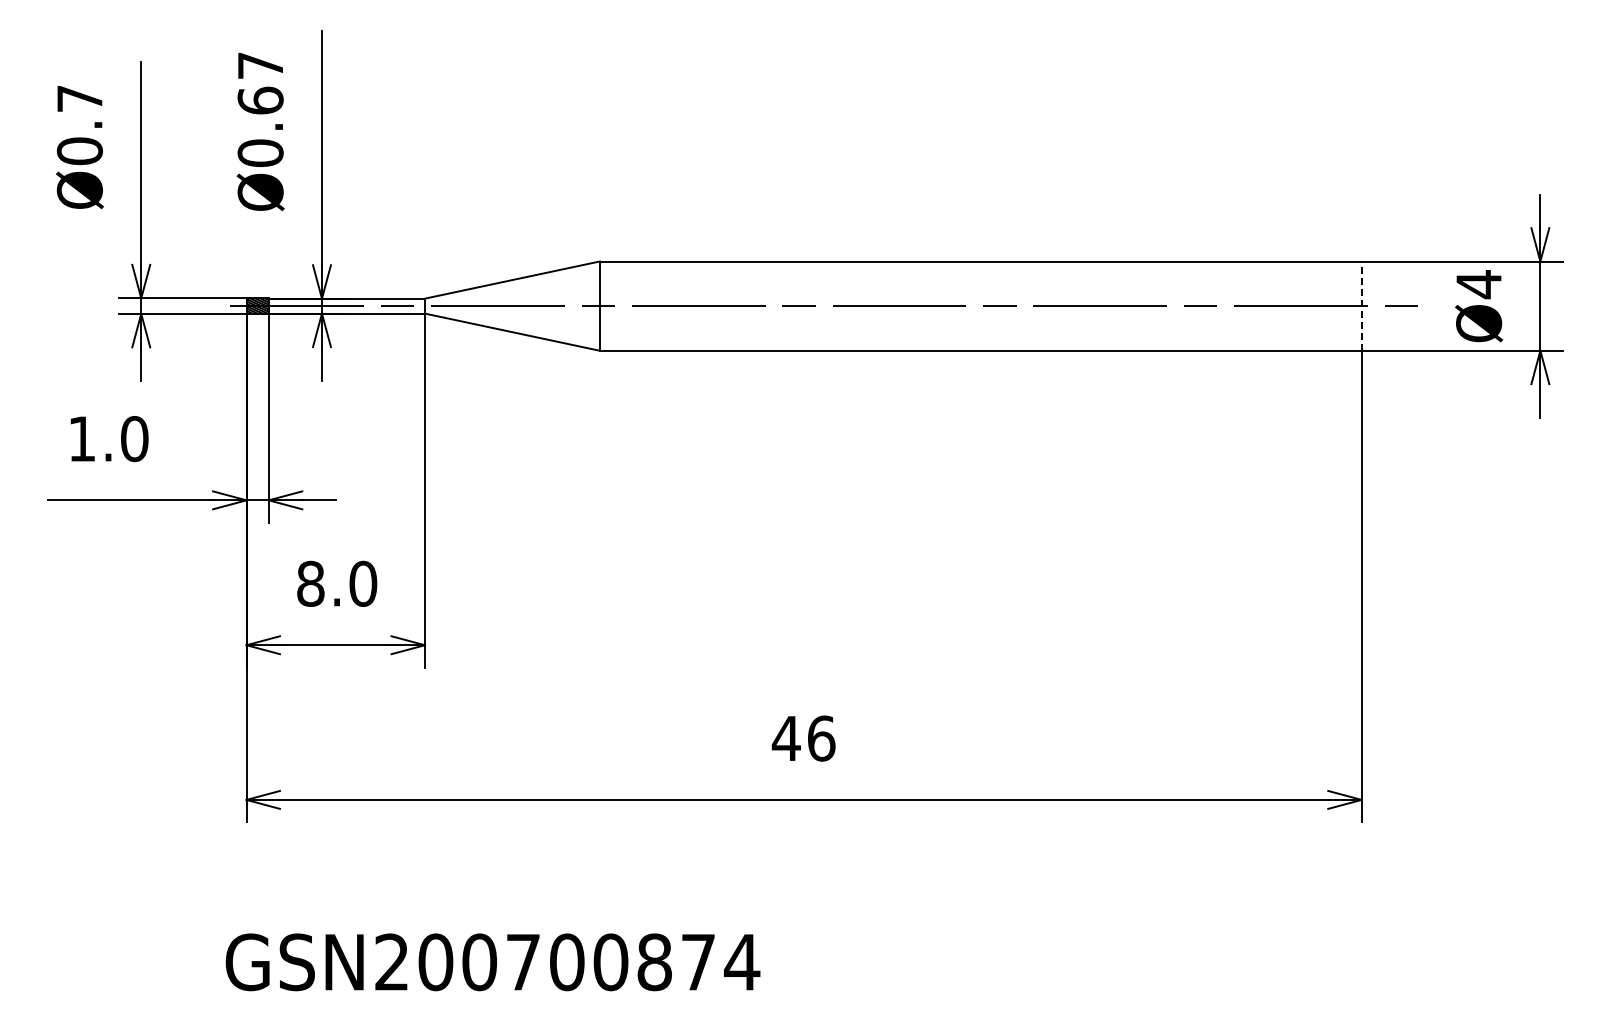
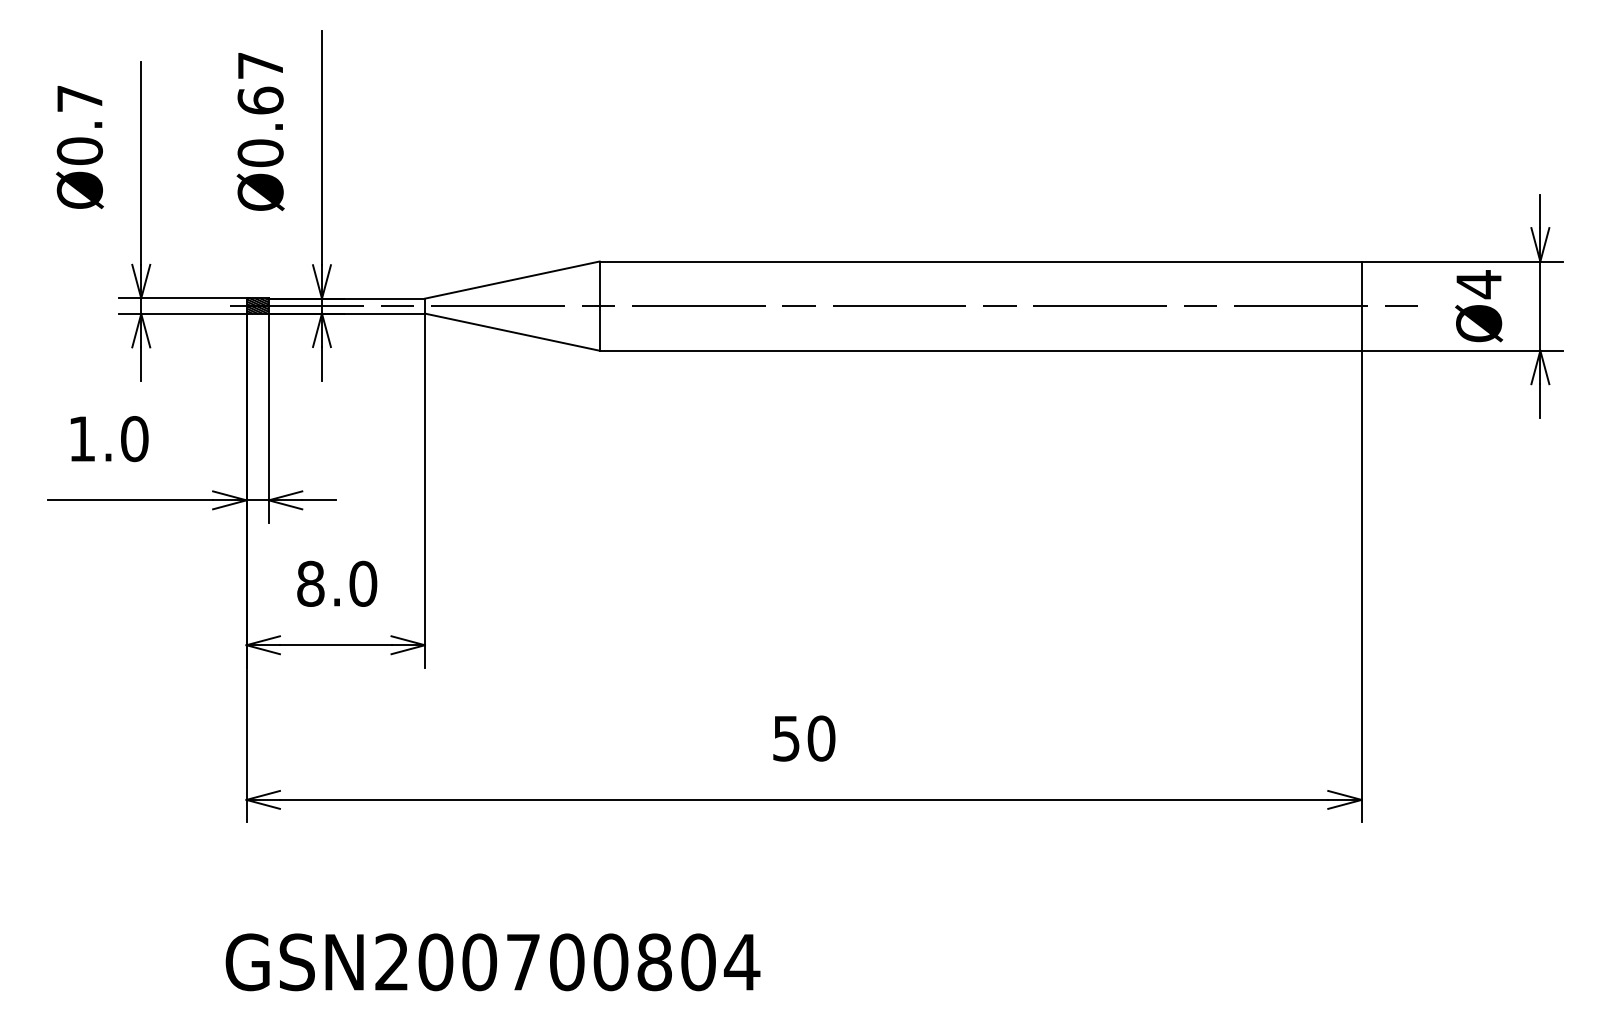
line at (1361, 306): dashed -> solid
text at (803, 738): 46 -> 50
text at (698, 962): GSN200700874 -> GSN200700804
